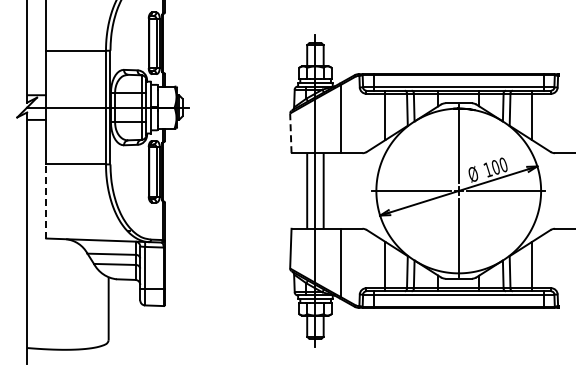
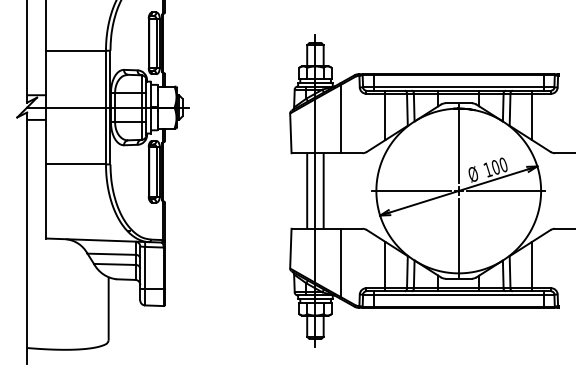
line at (290, 133): dashed -> solid
line at (46, 200): dashed -> solid
